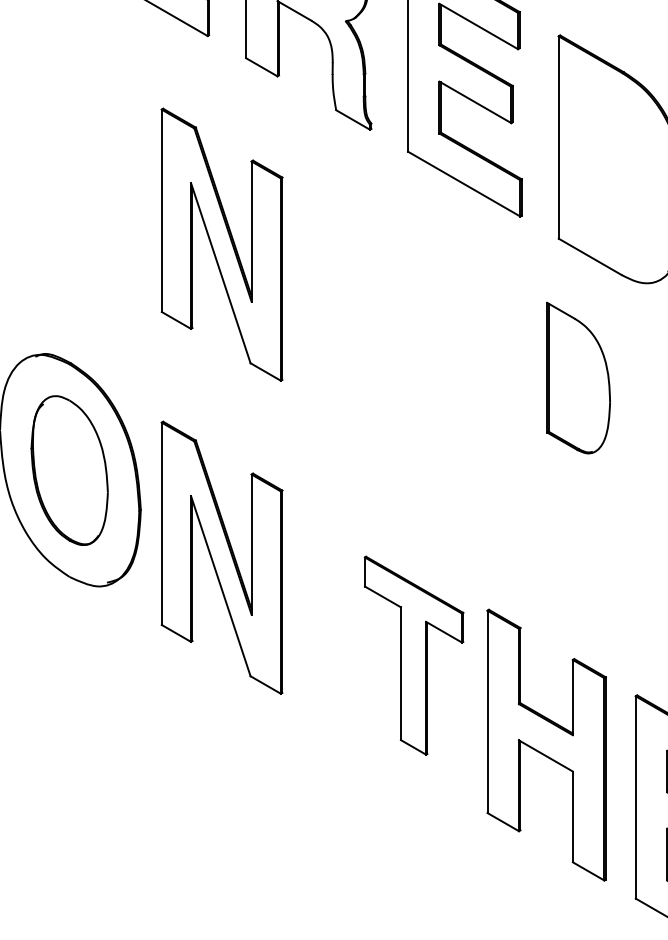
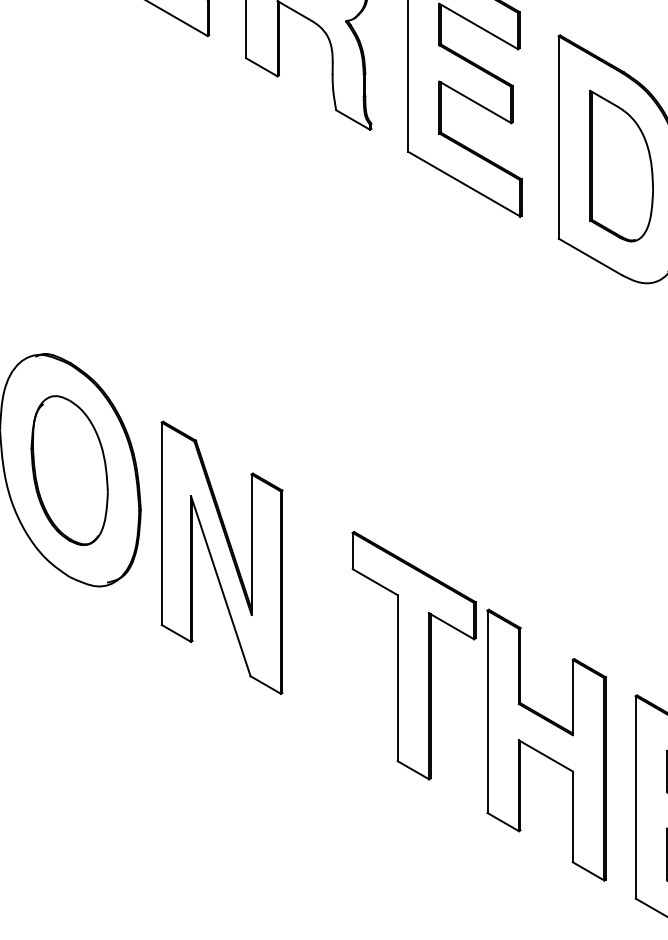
part at (221, 244): present -> none
part at (578, 377) position: (578, 377) -> (621, 165)
part at (413, 655) size: 102x201 px -> 126x250 px
